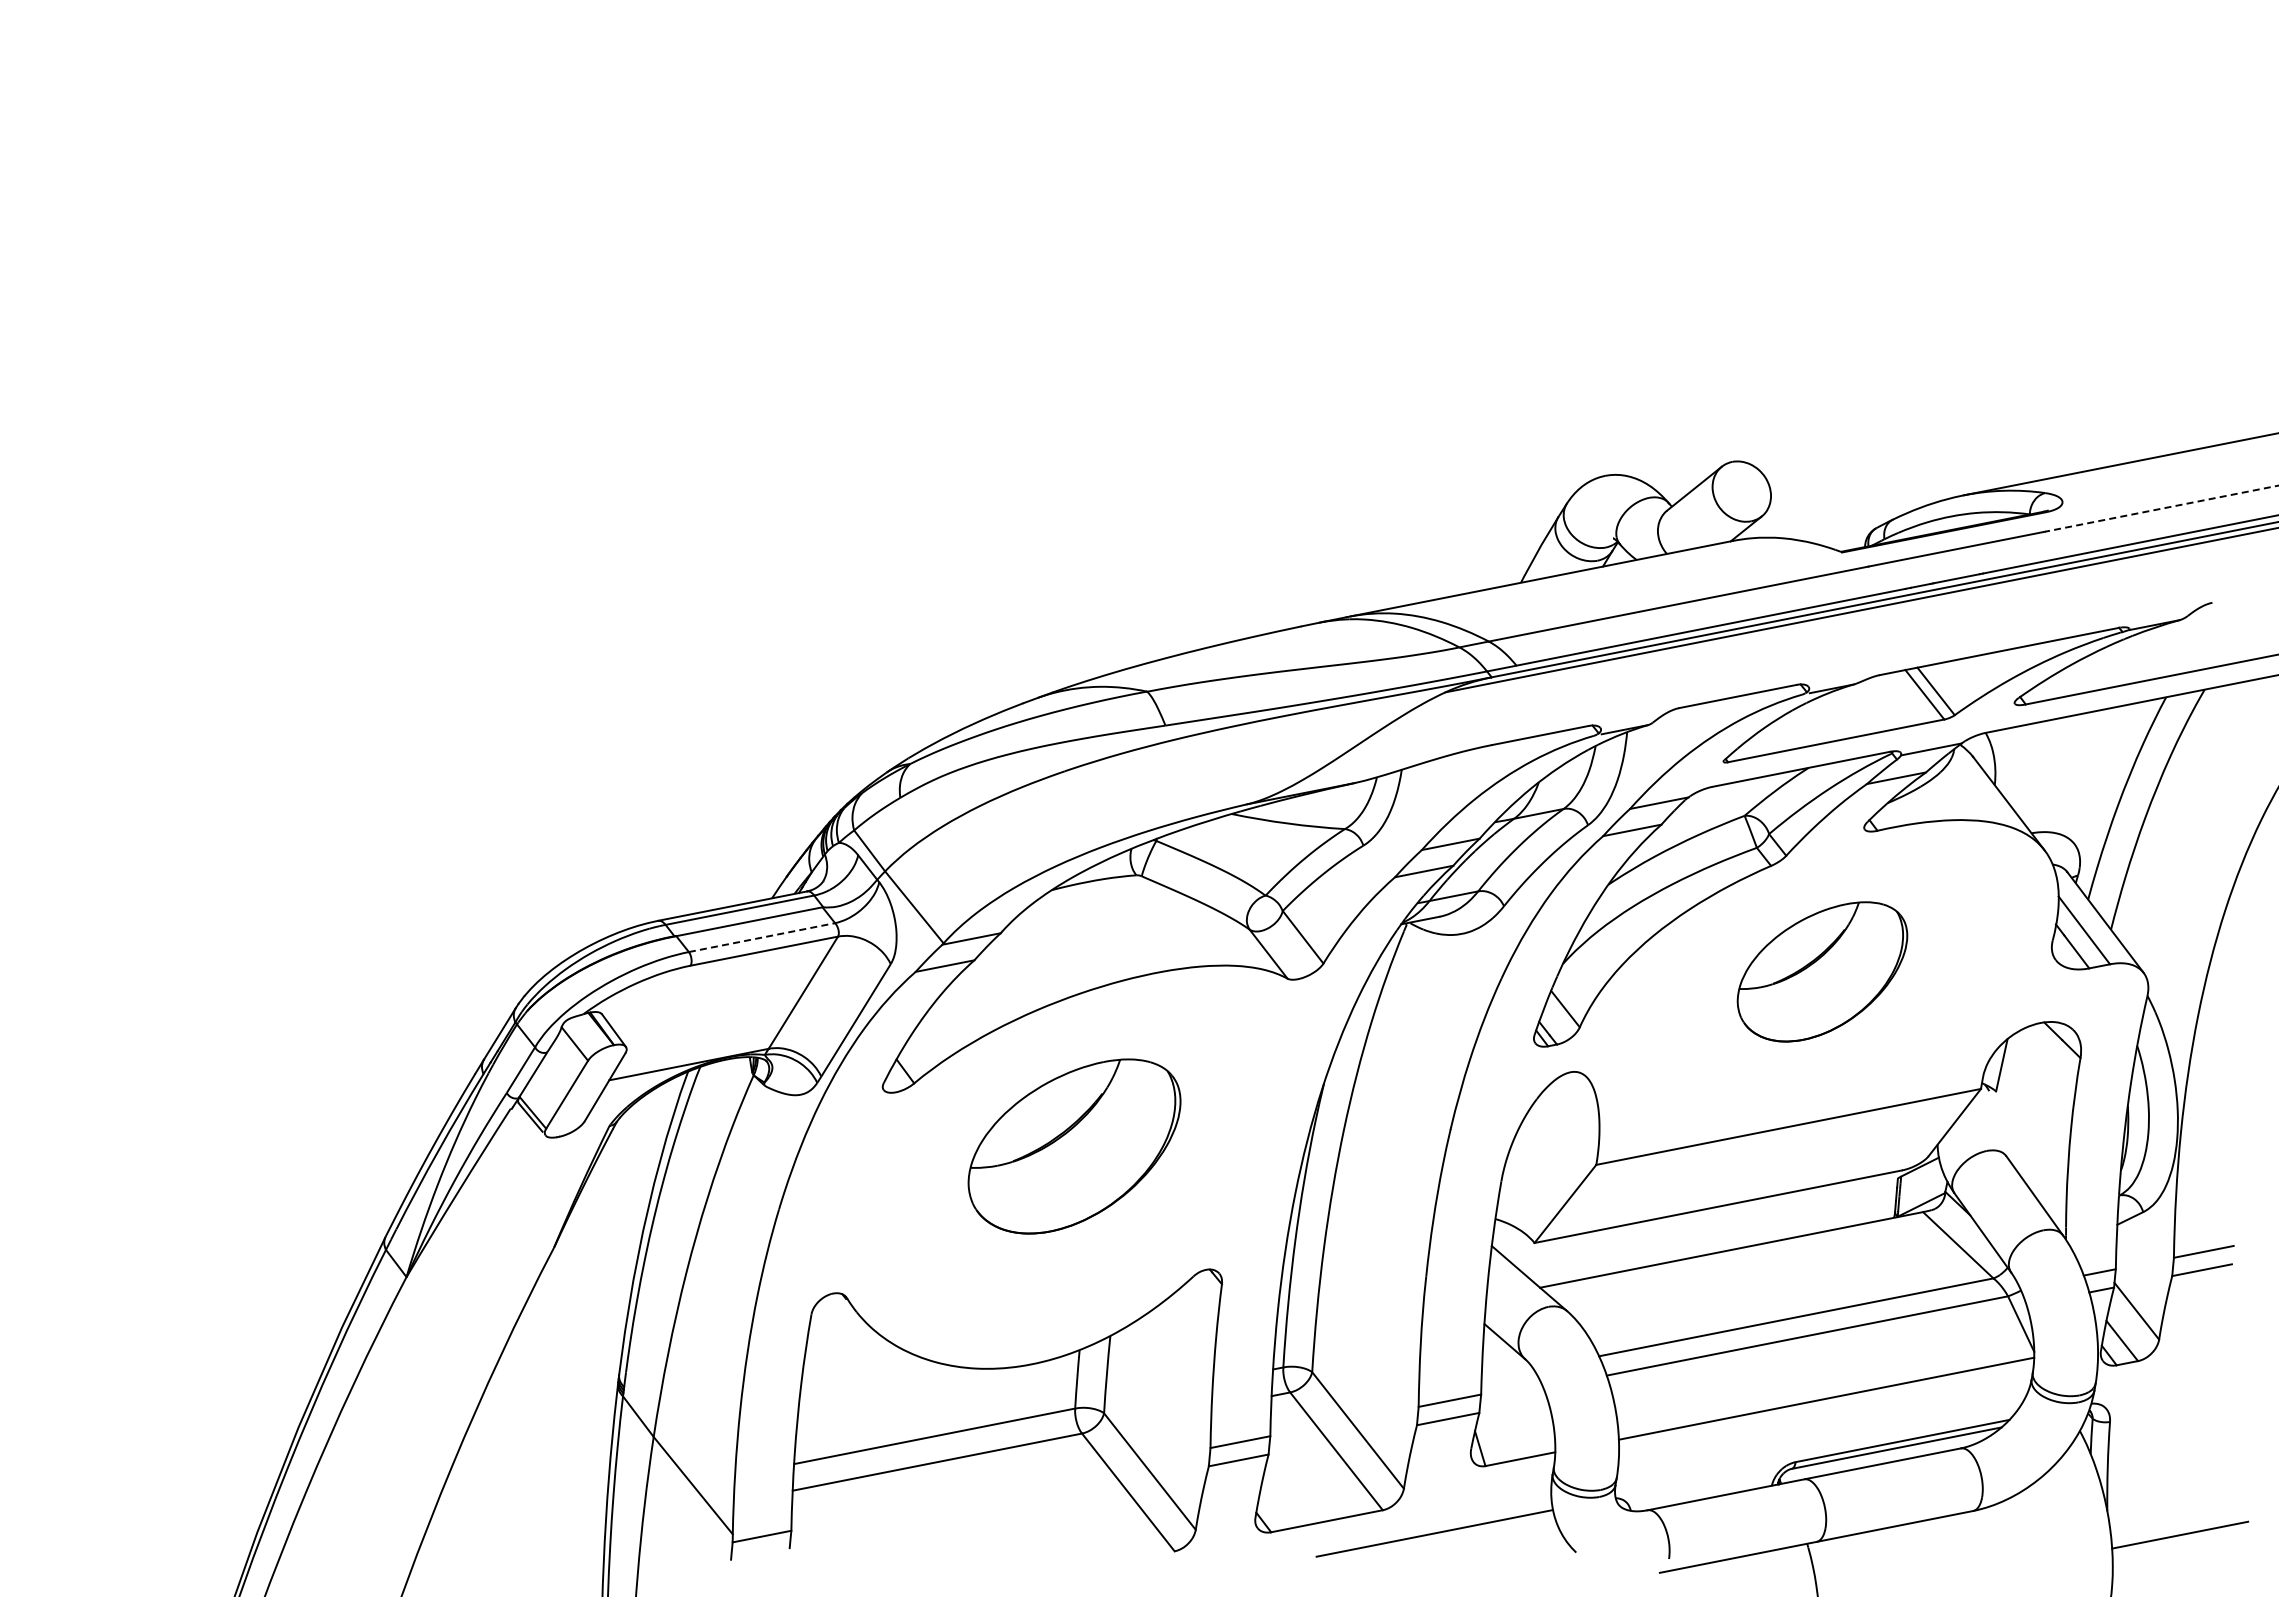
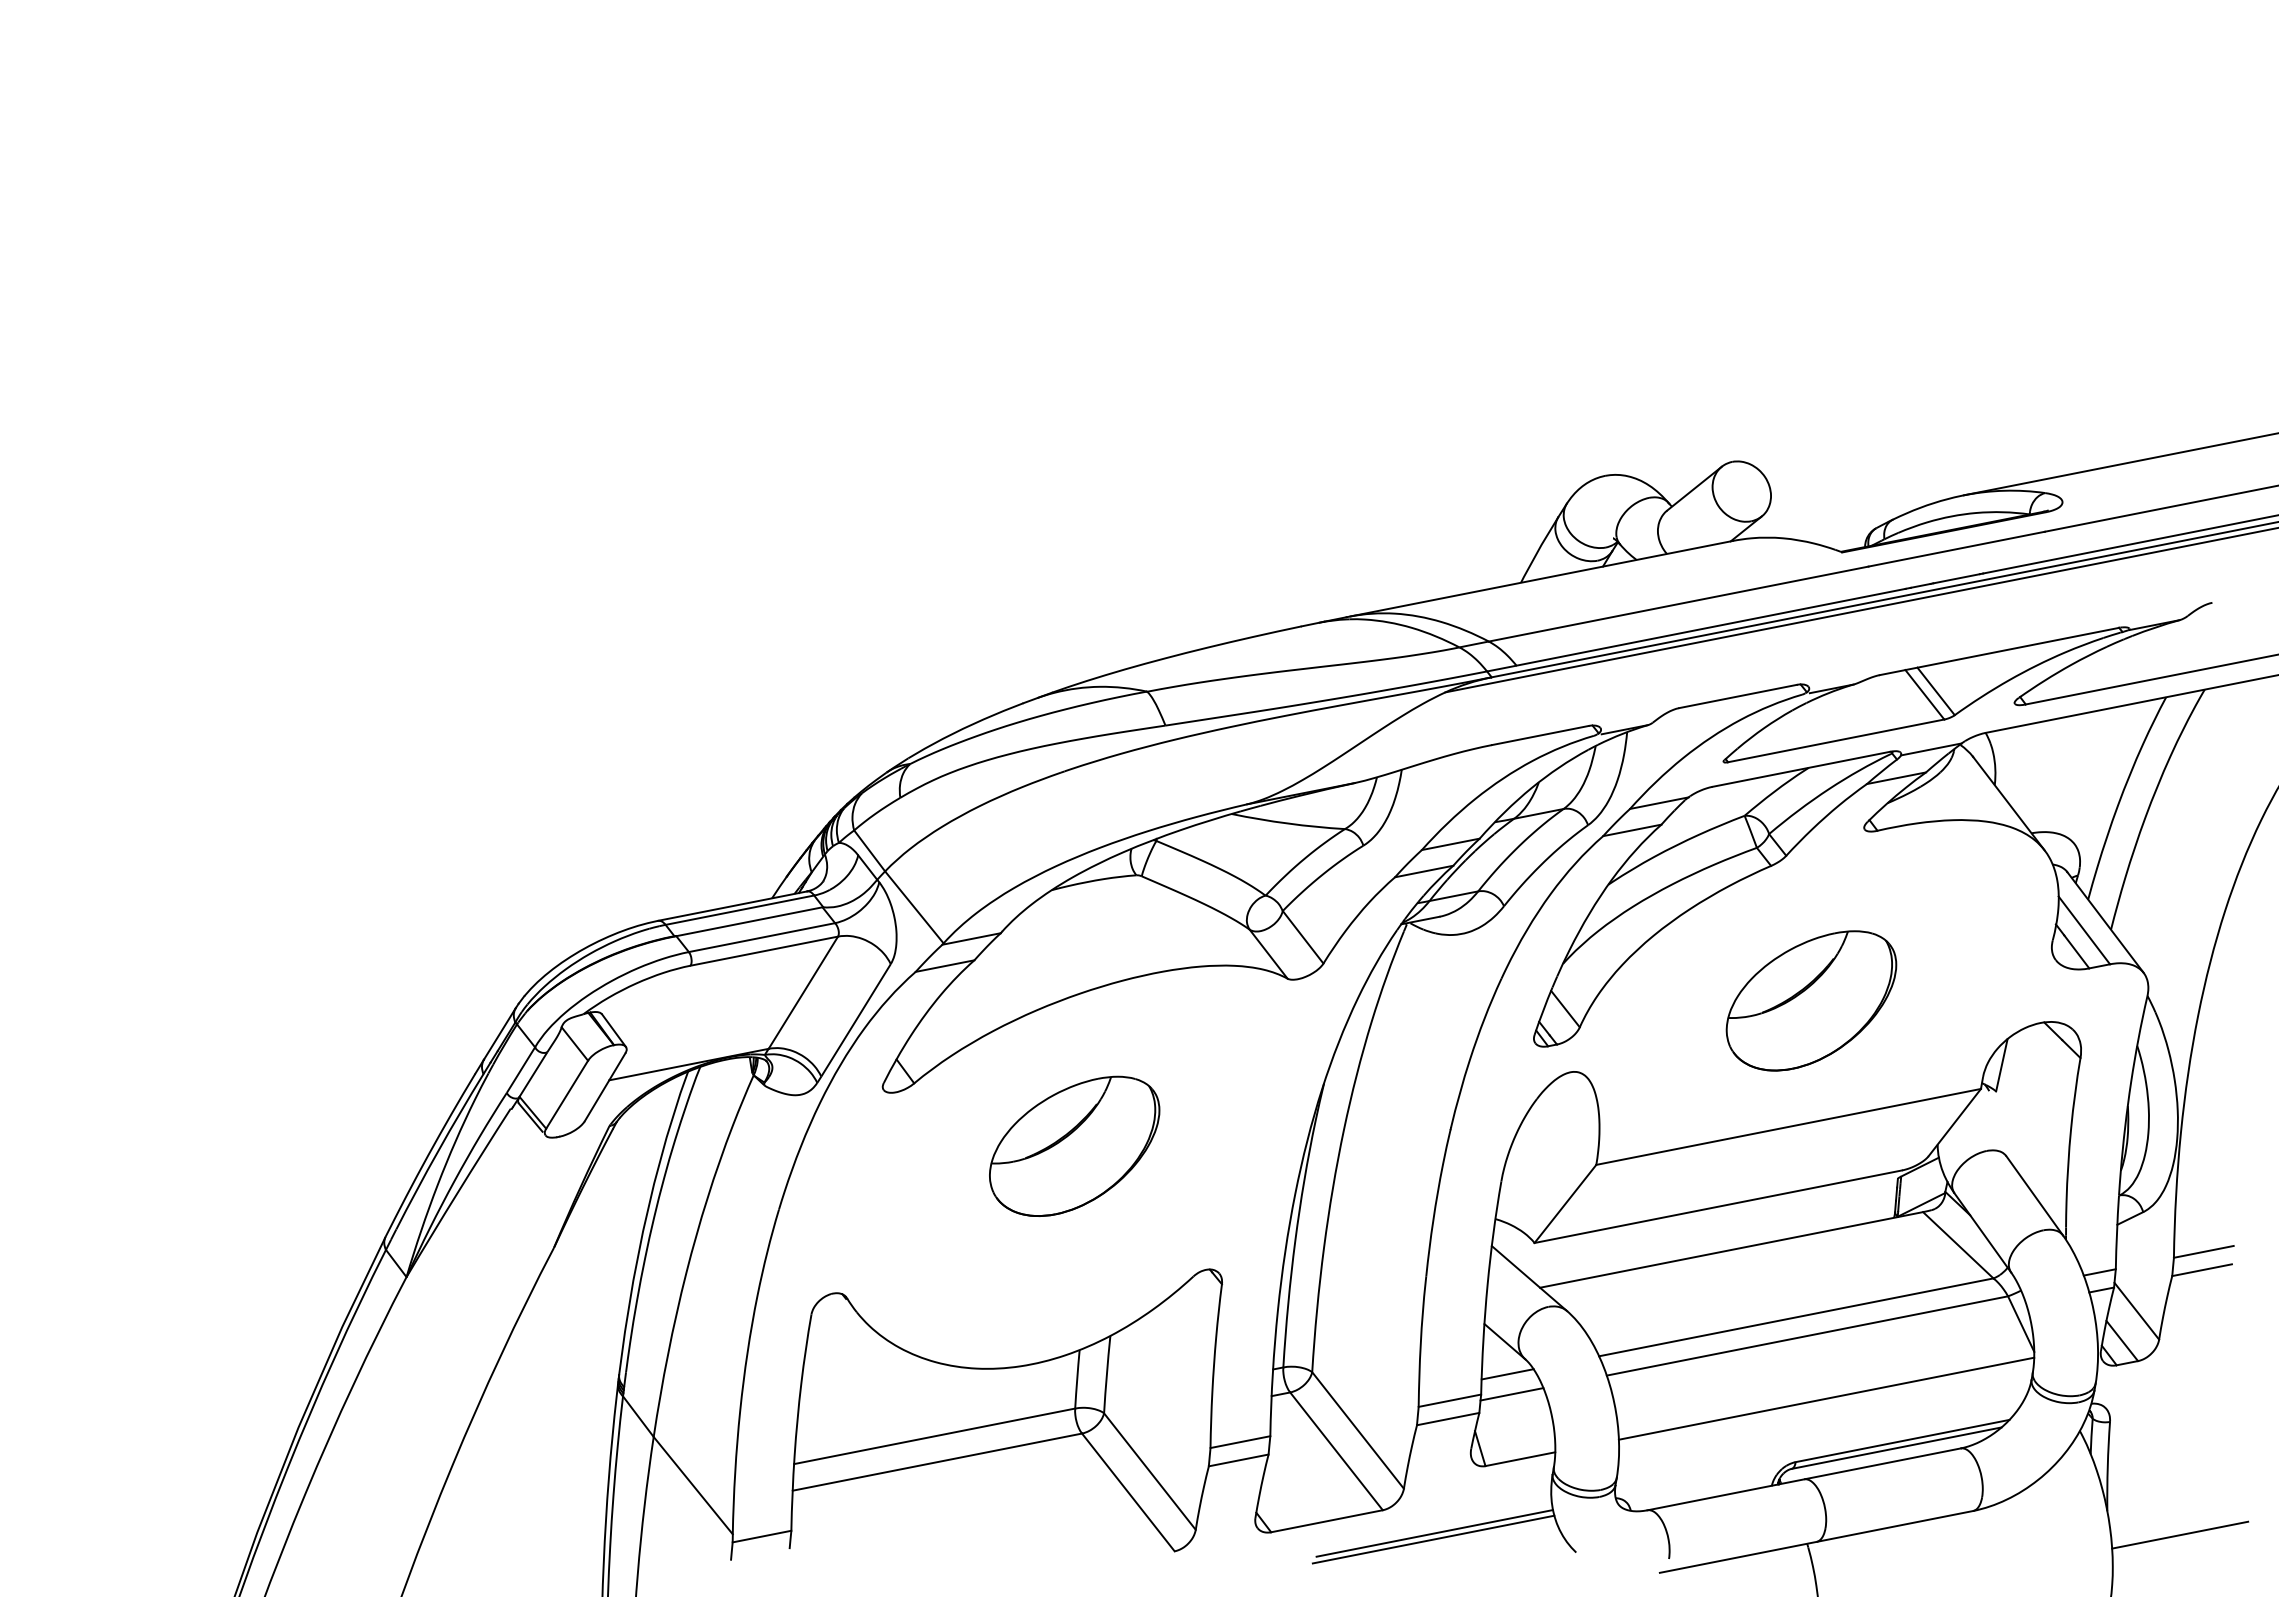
line at (2161, 508): dashed -> solid
line at (762, 937): dashed -> solid
part at (1822, 971) position: (1822, 971) -> (1811, 1000)
part at (1074, 1146) size: 215x177 px -> 172x142 px
line at (1507, 1374): none -> present
line at (1511, 1394): none -> present
line at (1433, 1539): none -> present
